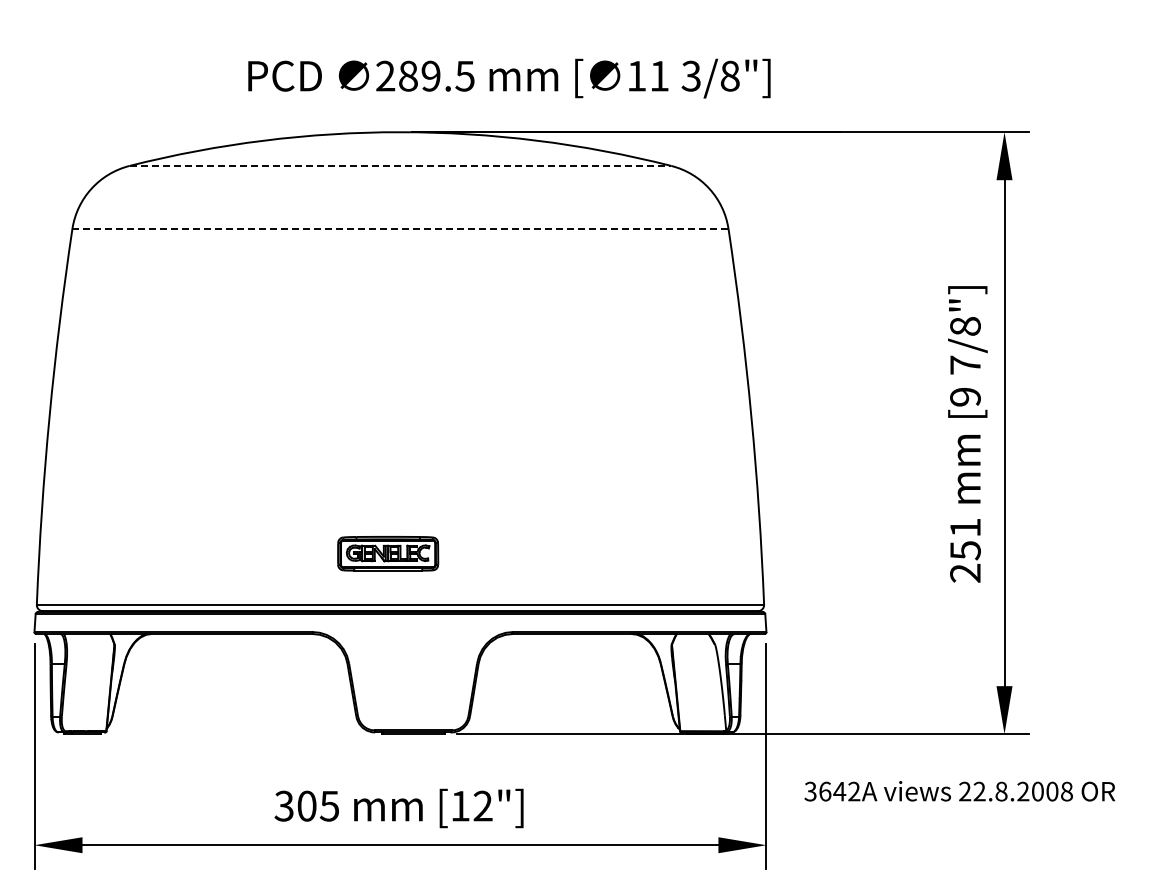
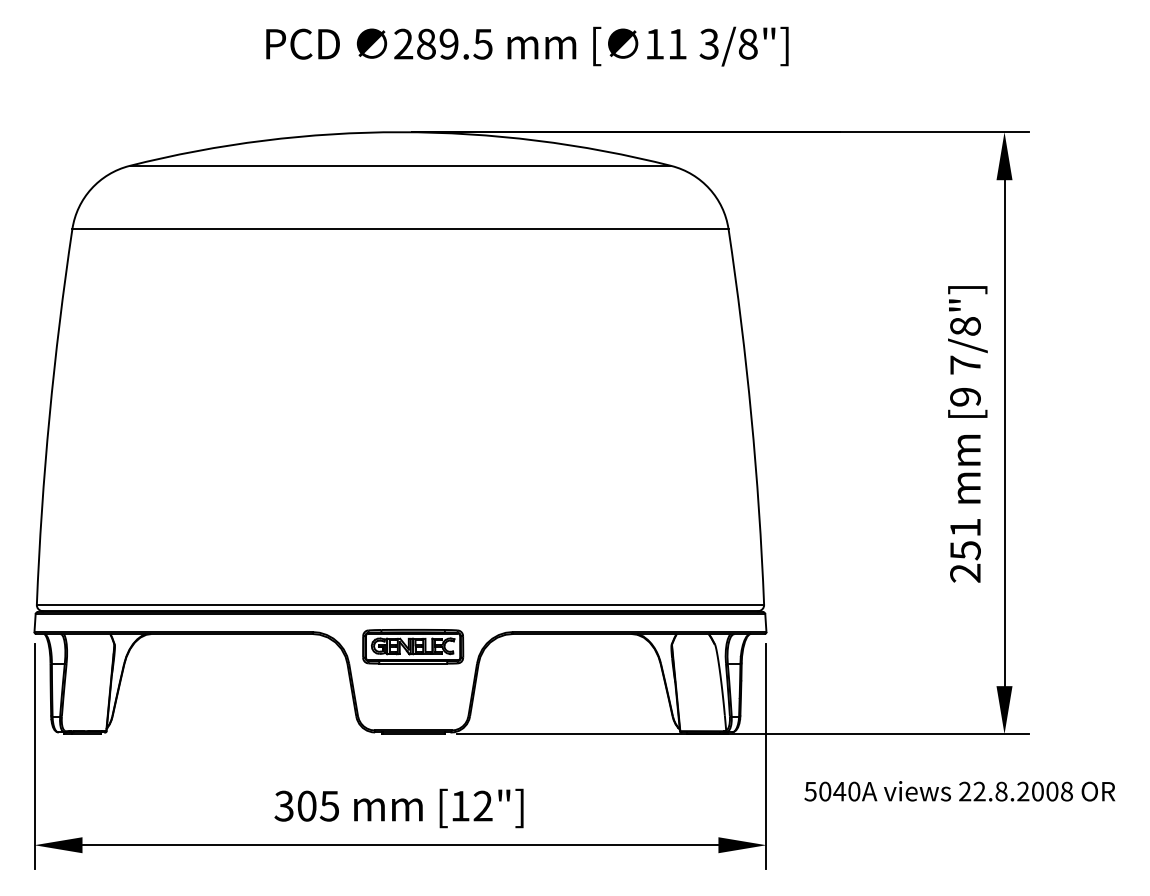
text at (509, 78) position: (509, 78) -> (527, 46)
line at (400, 165): dashed -> solid
line at (400, 229): dashed -> solid
part at (388, 553) position: (388, 553) -> (413, 646)
text at (832, 791): 3642A -> 5040A
